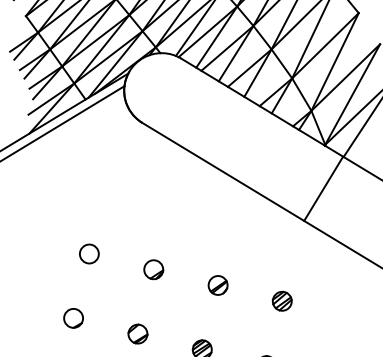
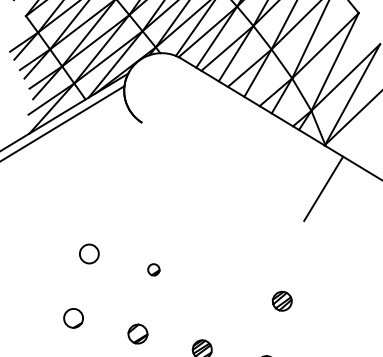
line at (361, 129): present -> none
line at (260, 194): present -> none
part at (153, 269) size: 22x22 px -> 14x14 px
part at (217, 285): present -> none
